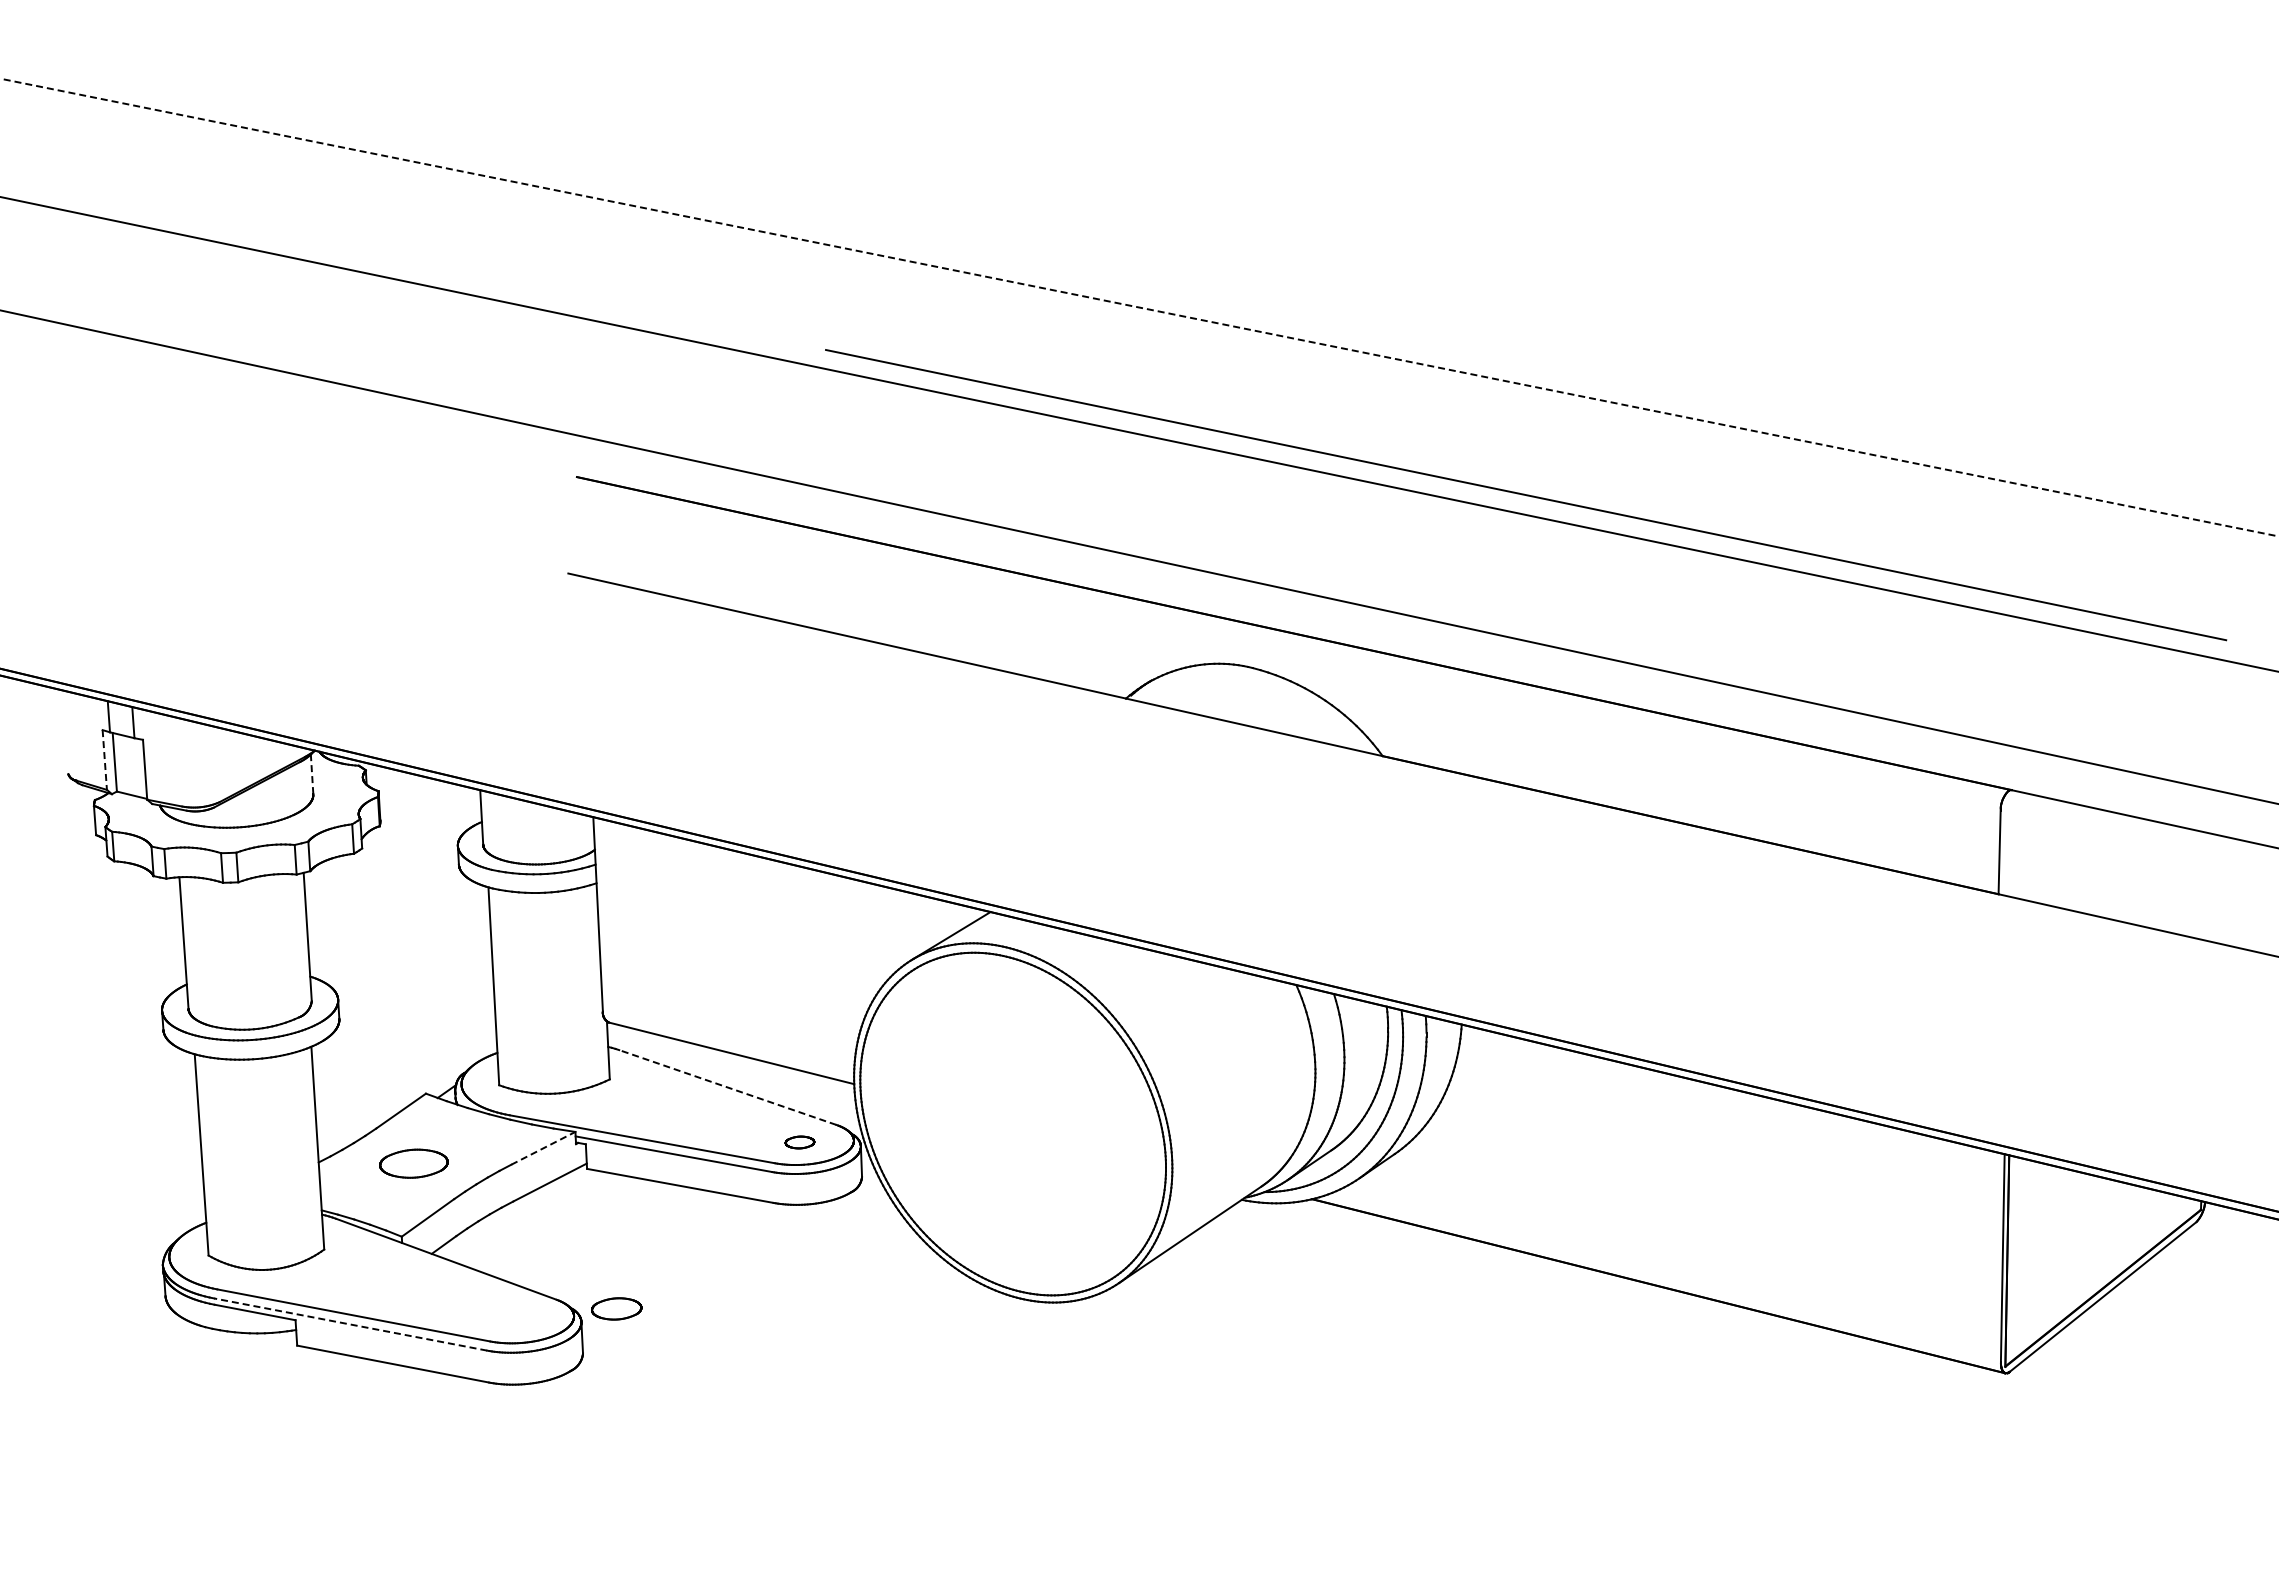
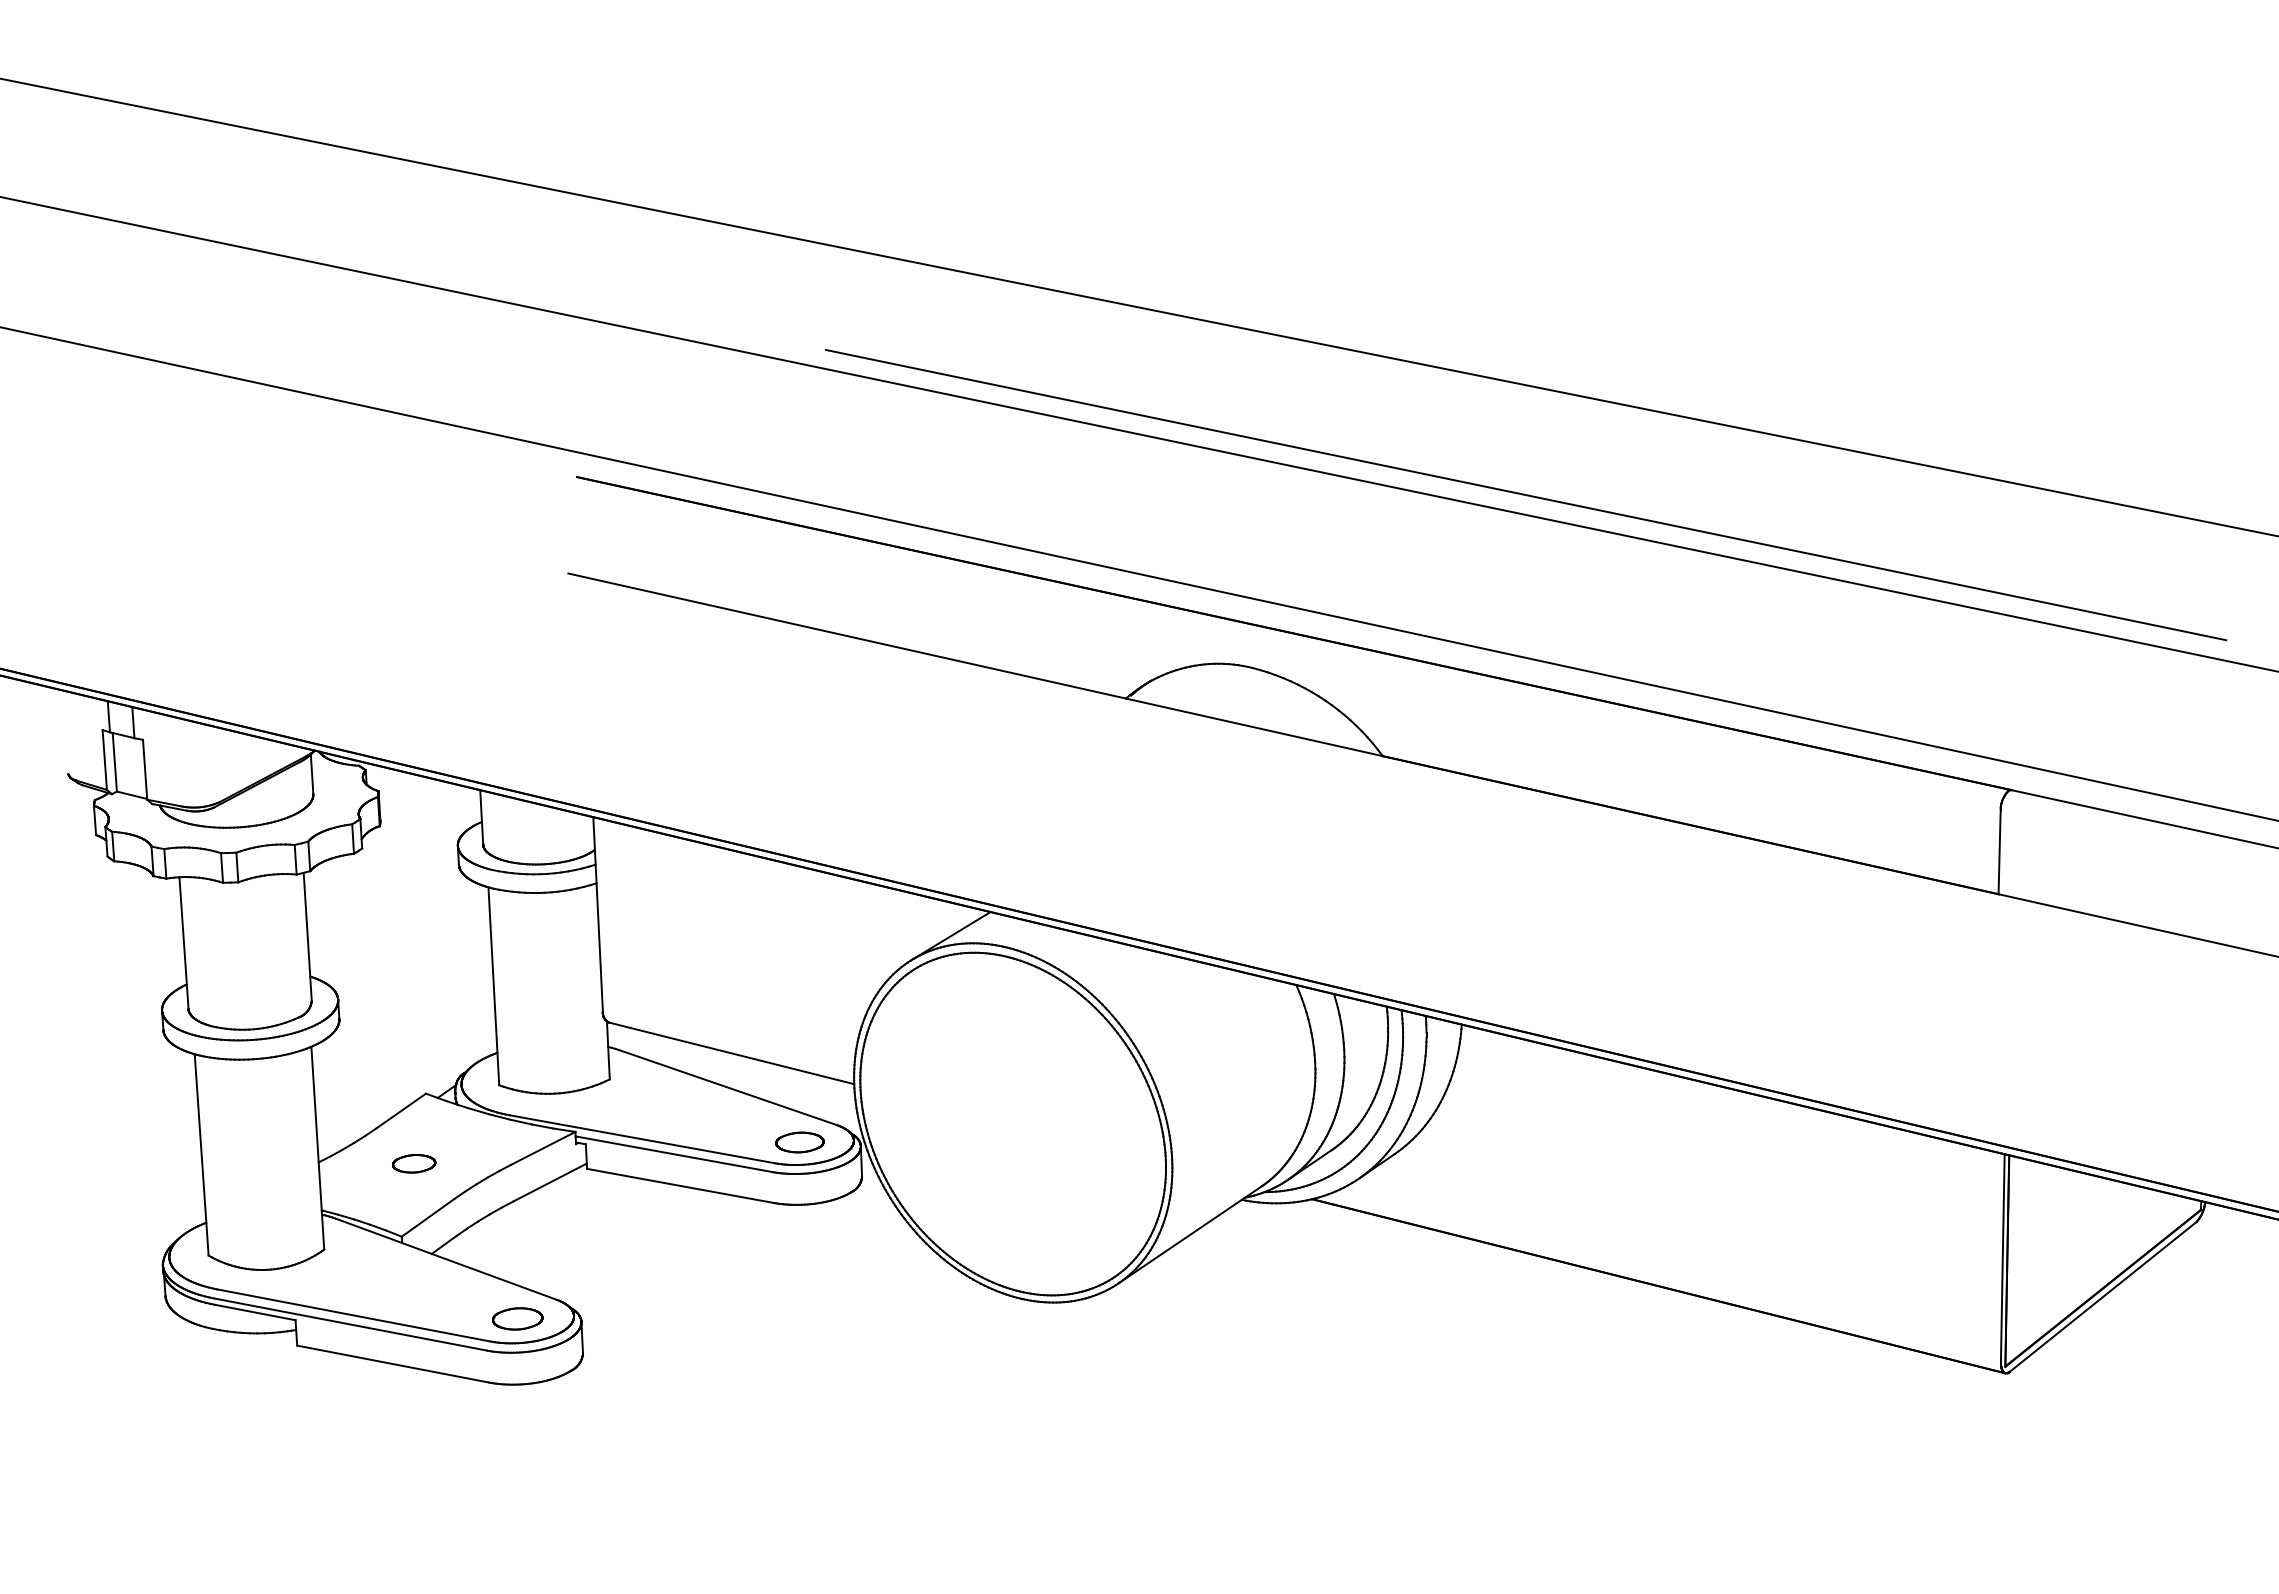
line at (1139, 307): dashed -> solid
line at (1138, 556) position: (1138, 556) -> (1138, 573)
line at (104, 760): dashed -> solid
line at (312, 774): dashed -> solid
line at (727, 1087): dashed -> solid
part at (799, 1142) size: 32x15 px -> 50x23 px
line at (543, 1148): dashed -> solid
part at (413, 1163) size: 70x31 px -> 45x20 px
part at (616, 1308) position: (616, 1308) -> (517, 1318)
line at (350, 1324): dashed -> solid
